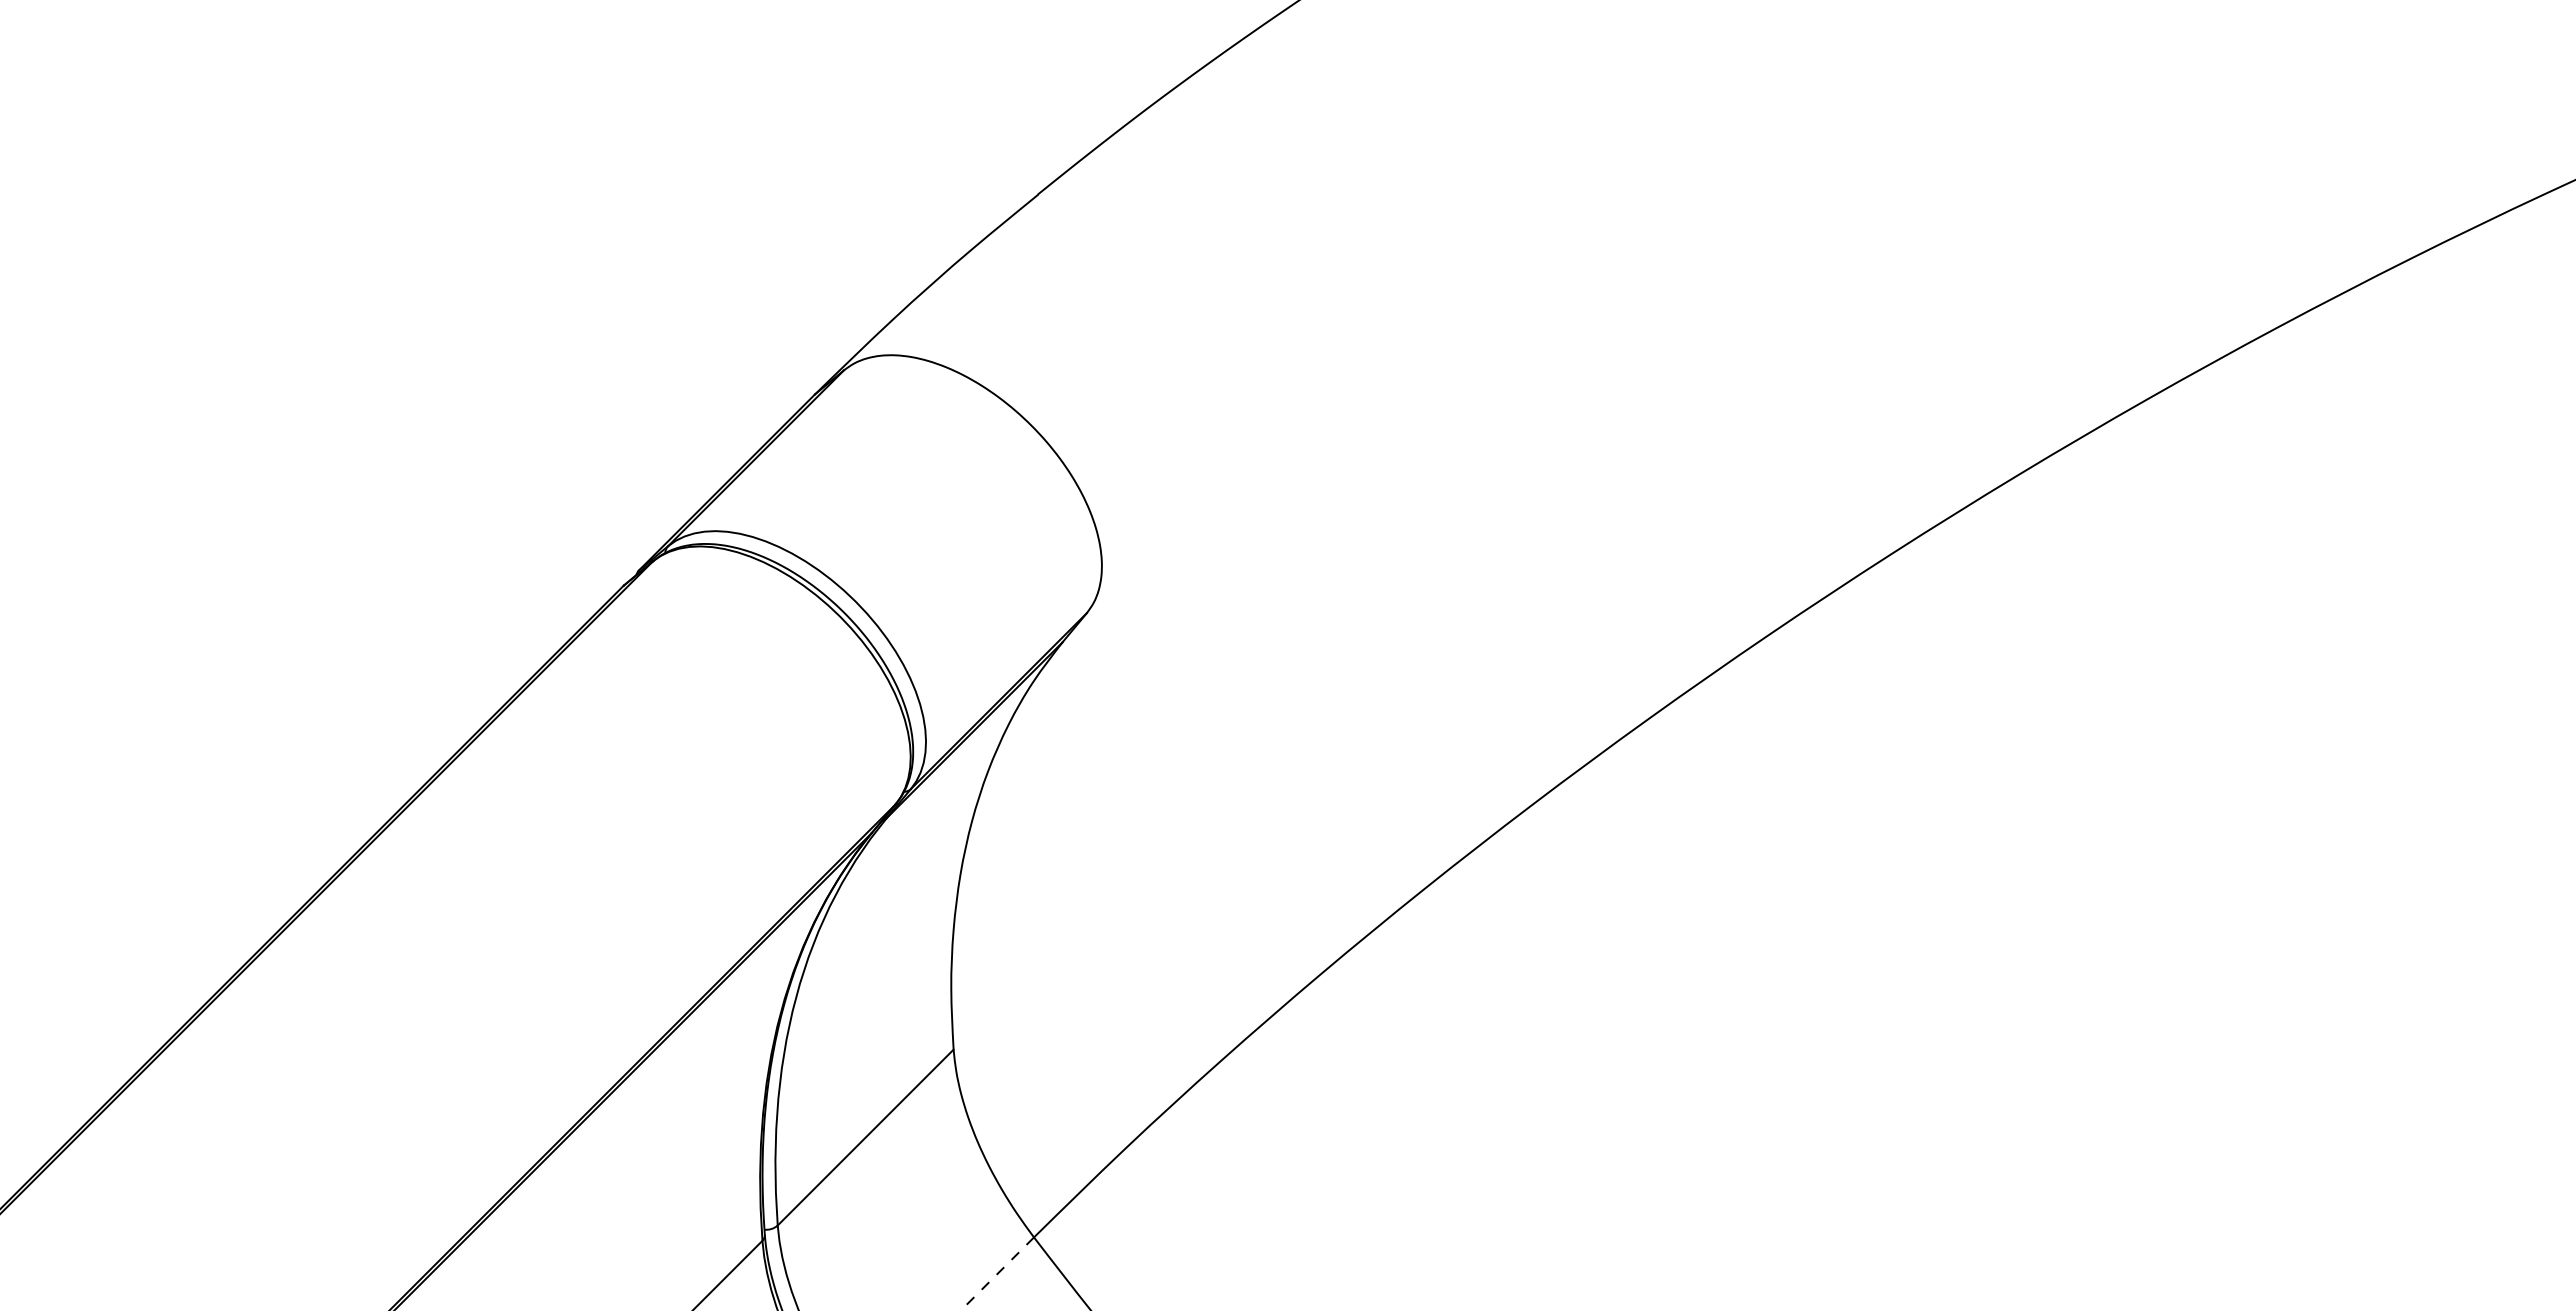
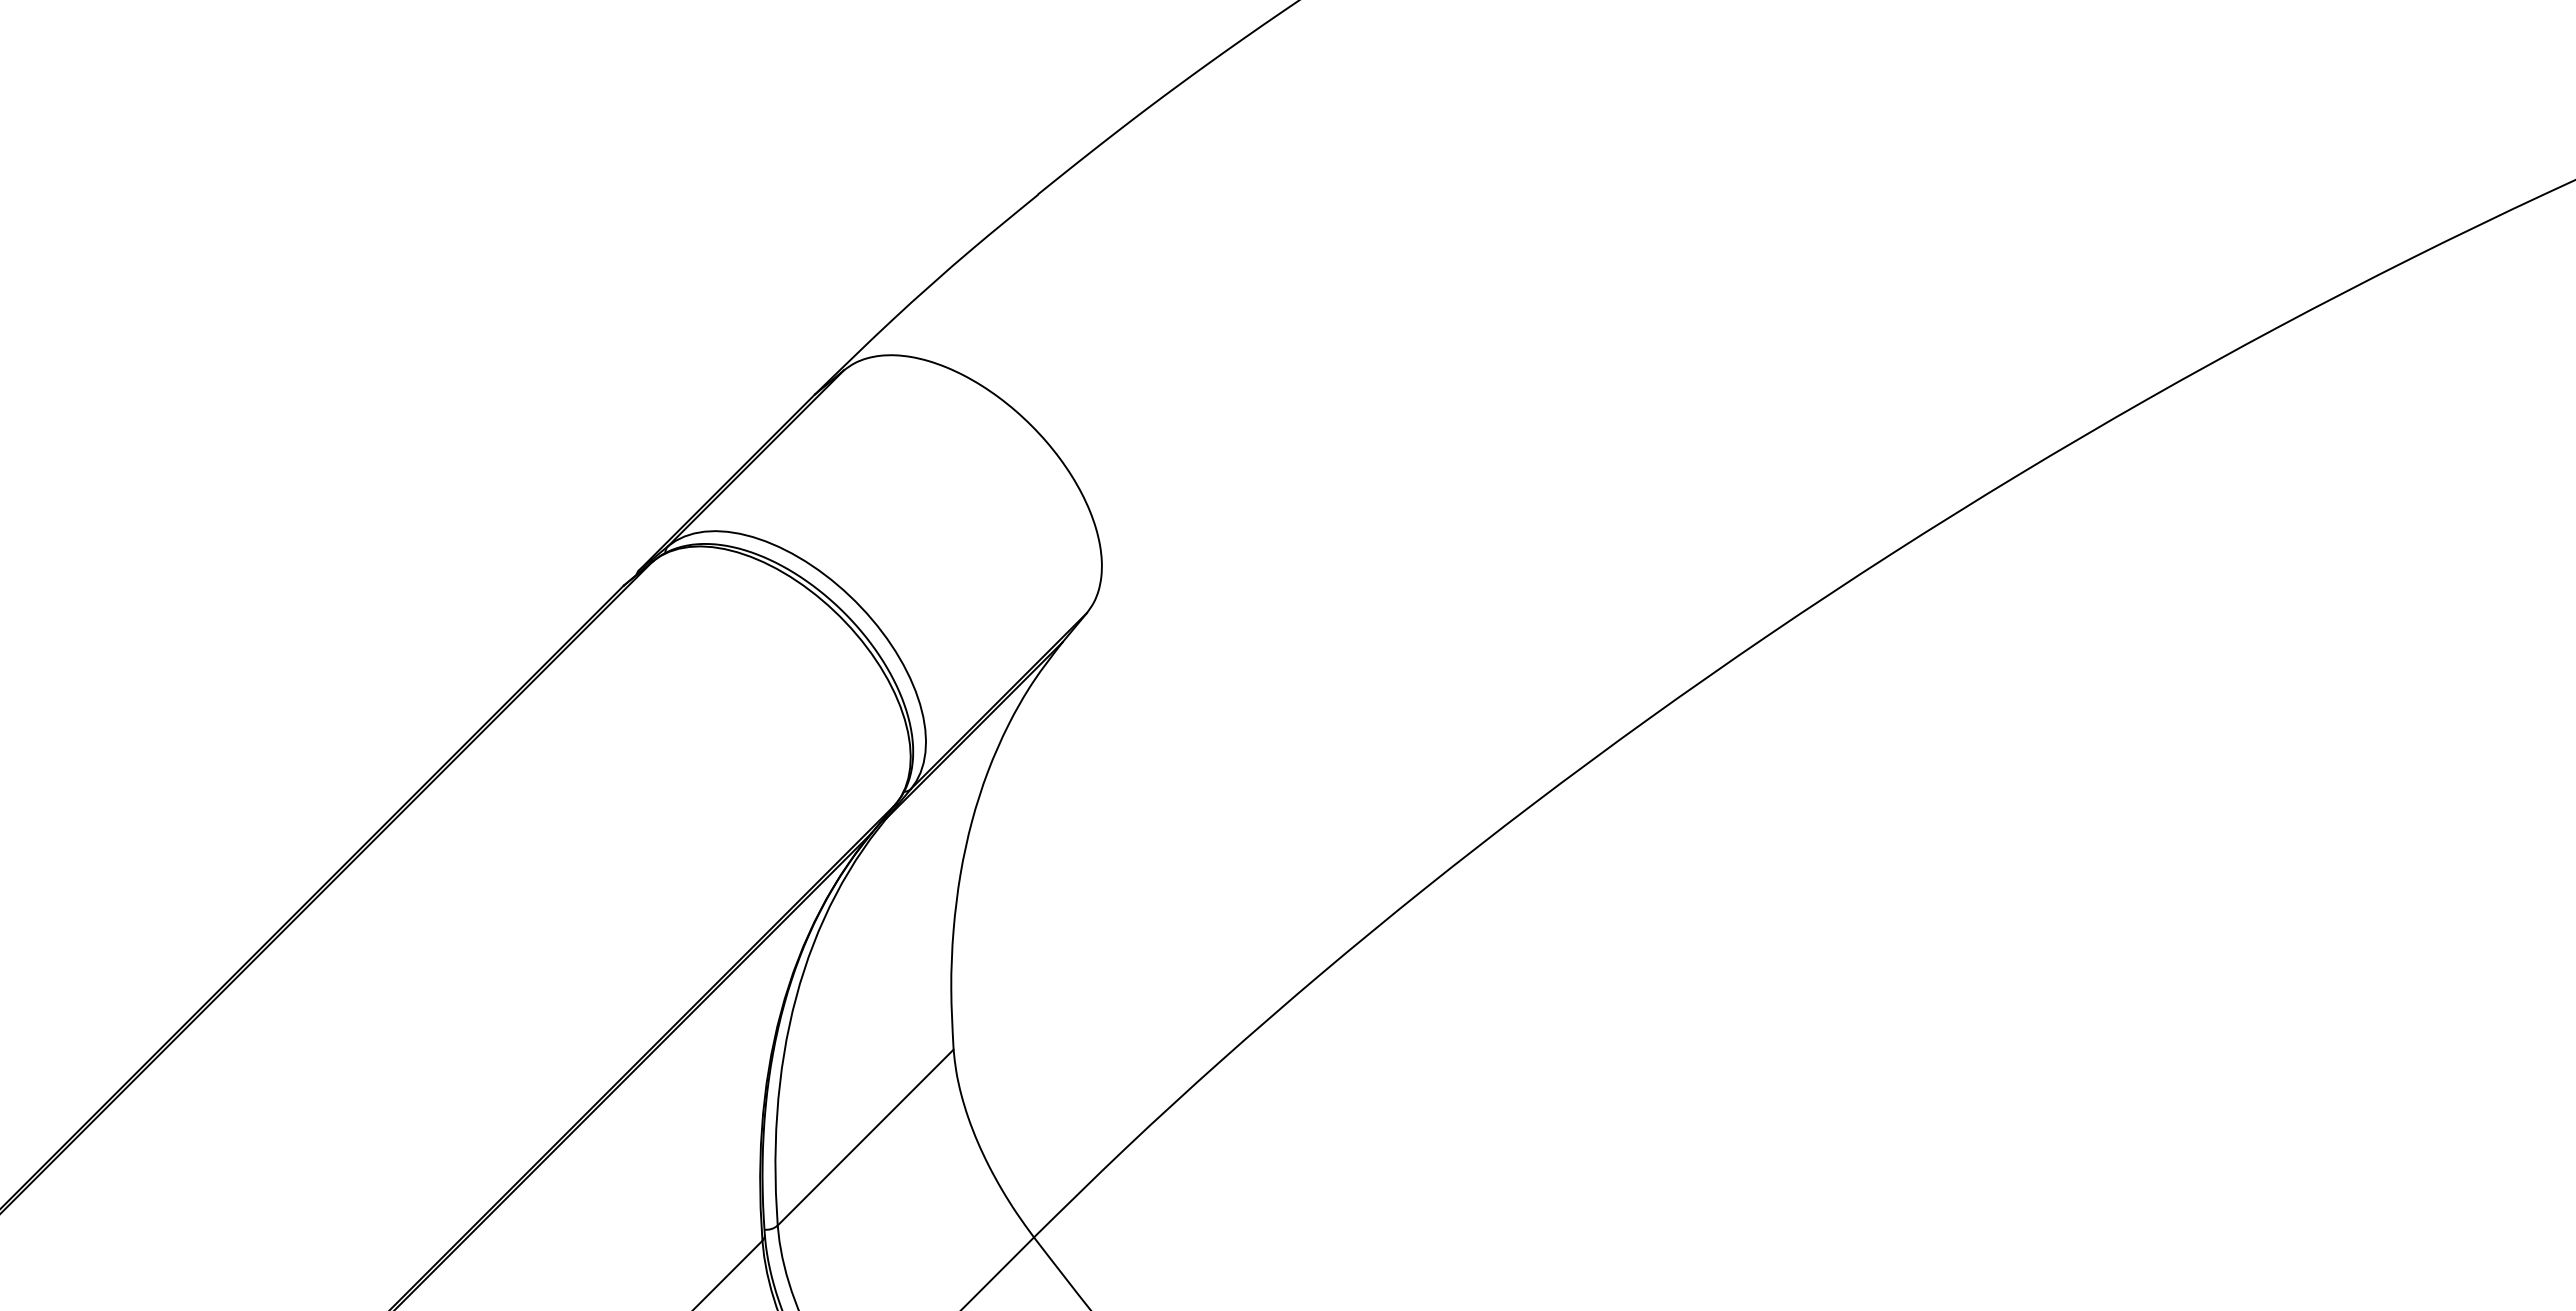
line at (997, 1274): dashed -> solid
